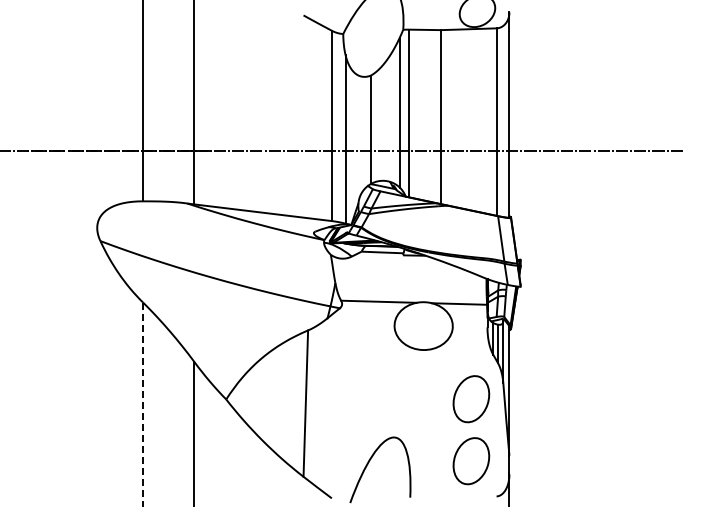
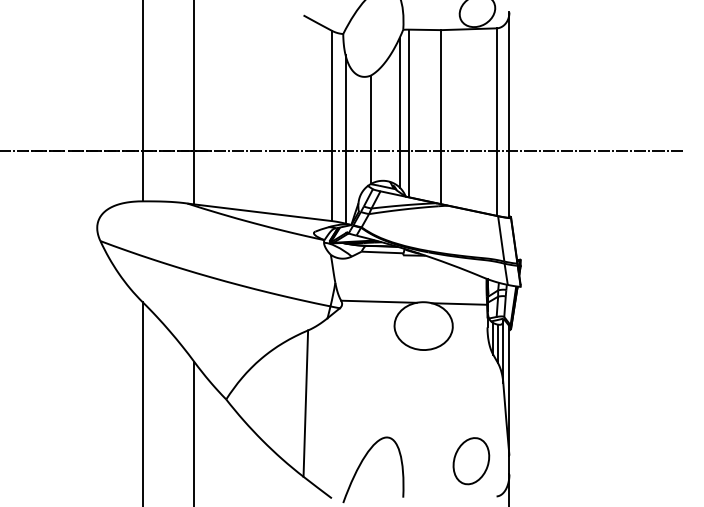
part at (471, 399): present -> none
line at (142, 404): dashed -> solid
curve at (368, 464) position: (368, 464) -> (361, 464)
